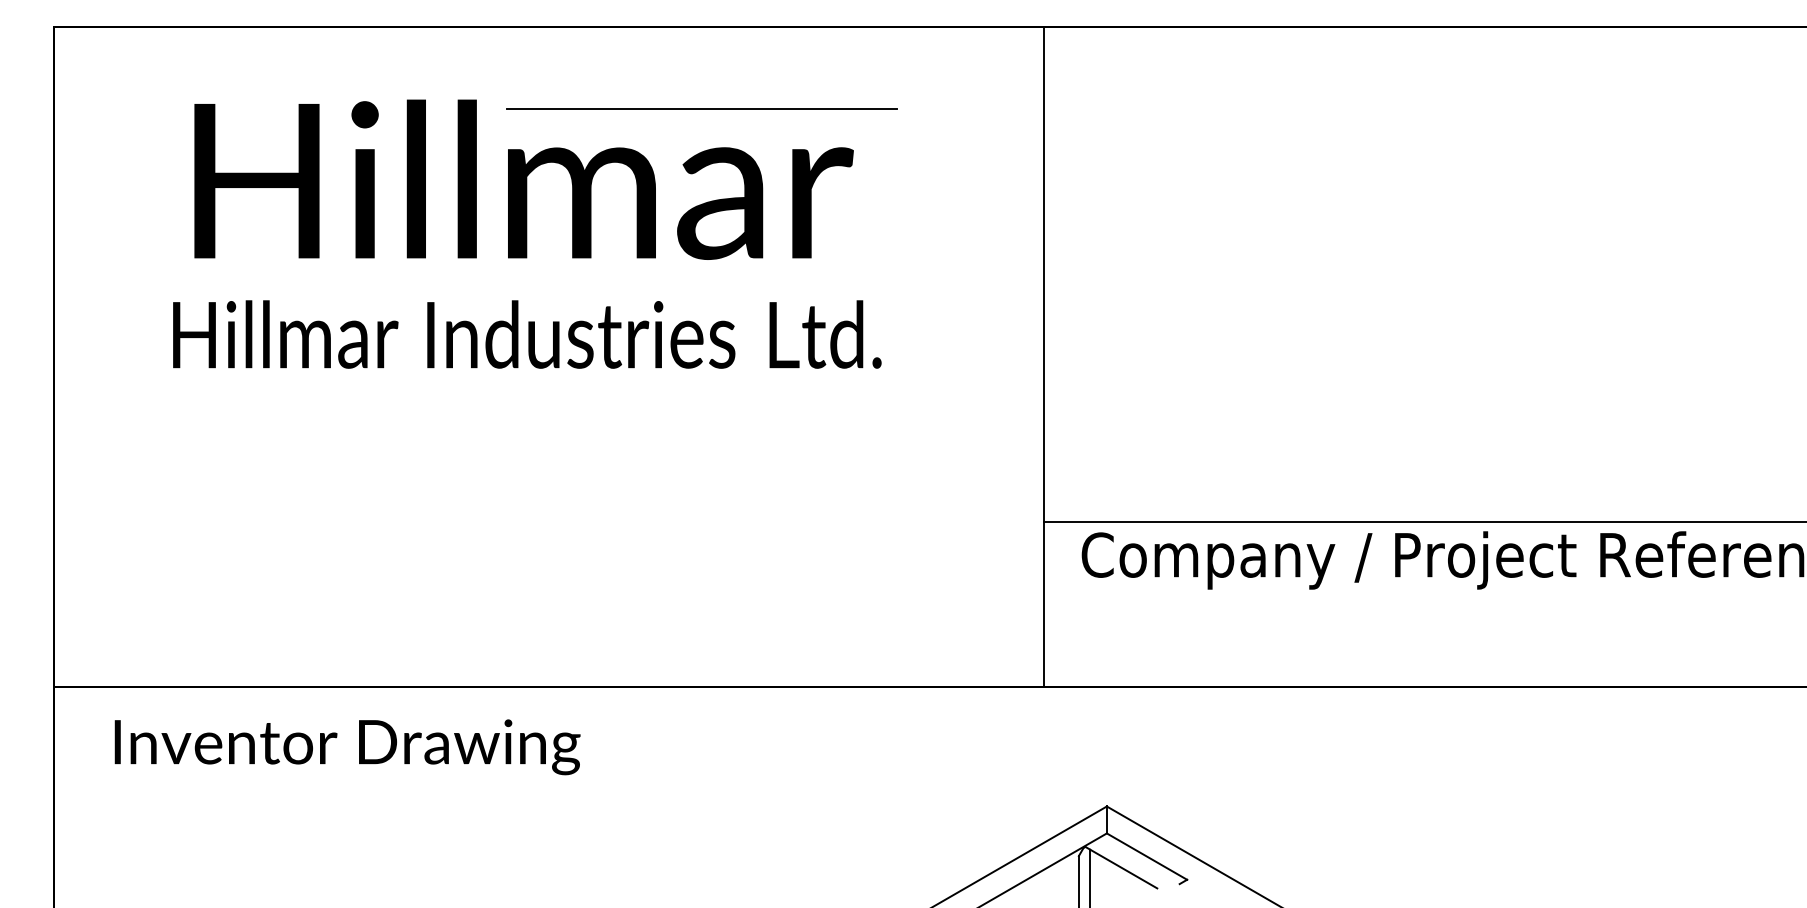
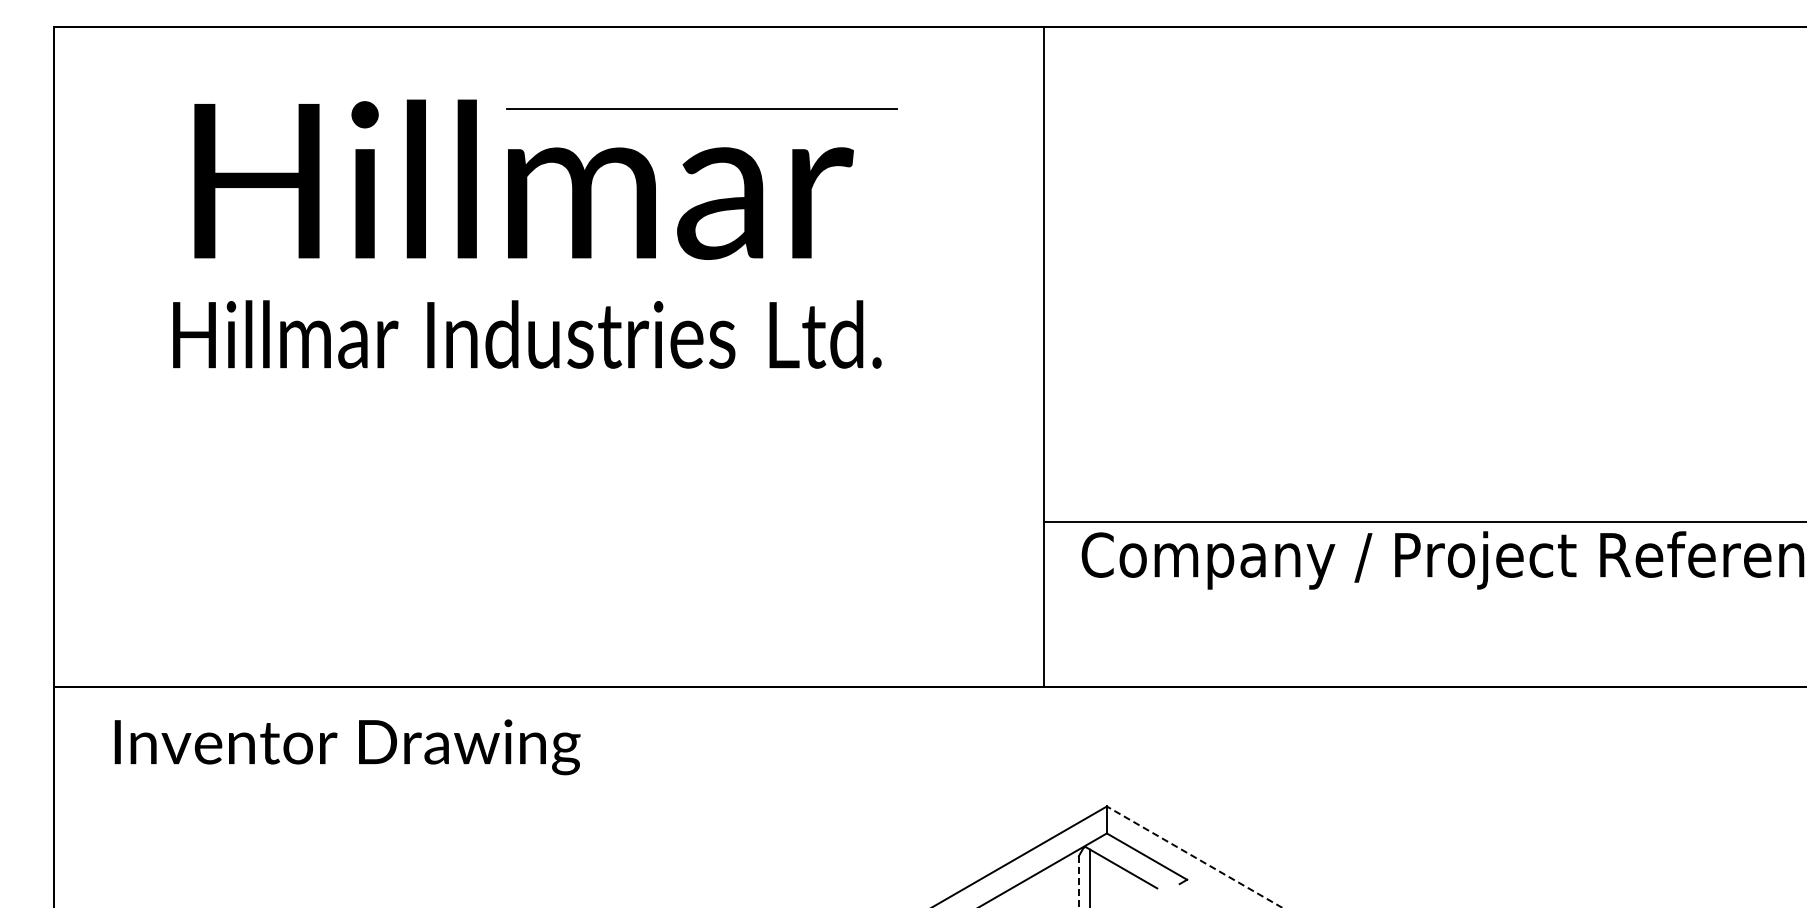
line at (1194, 856): solid -> dashed
line at (1078, 882): solid -> dashed
